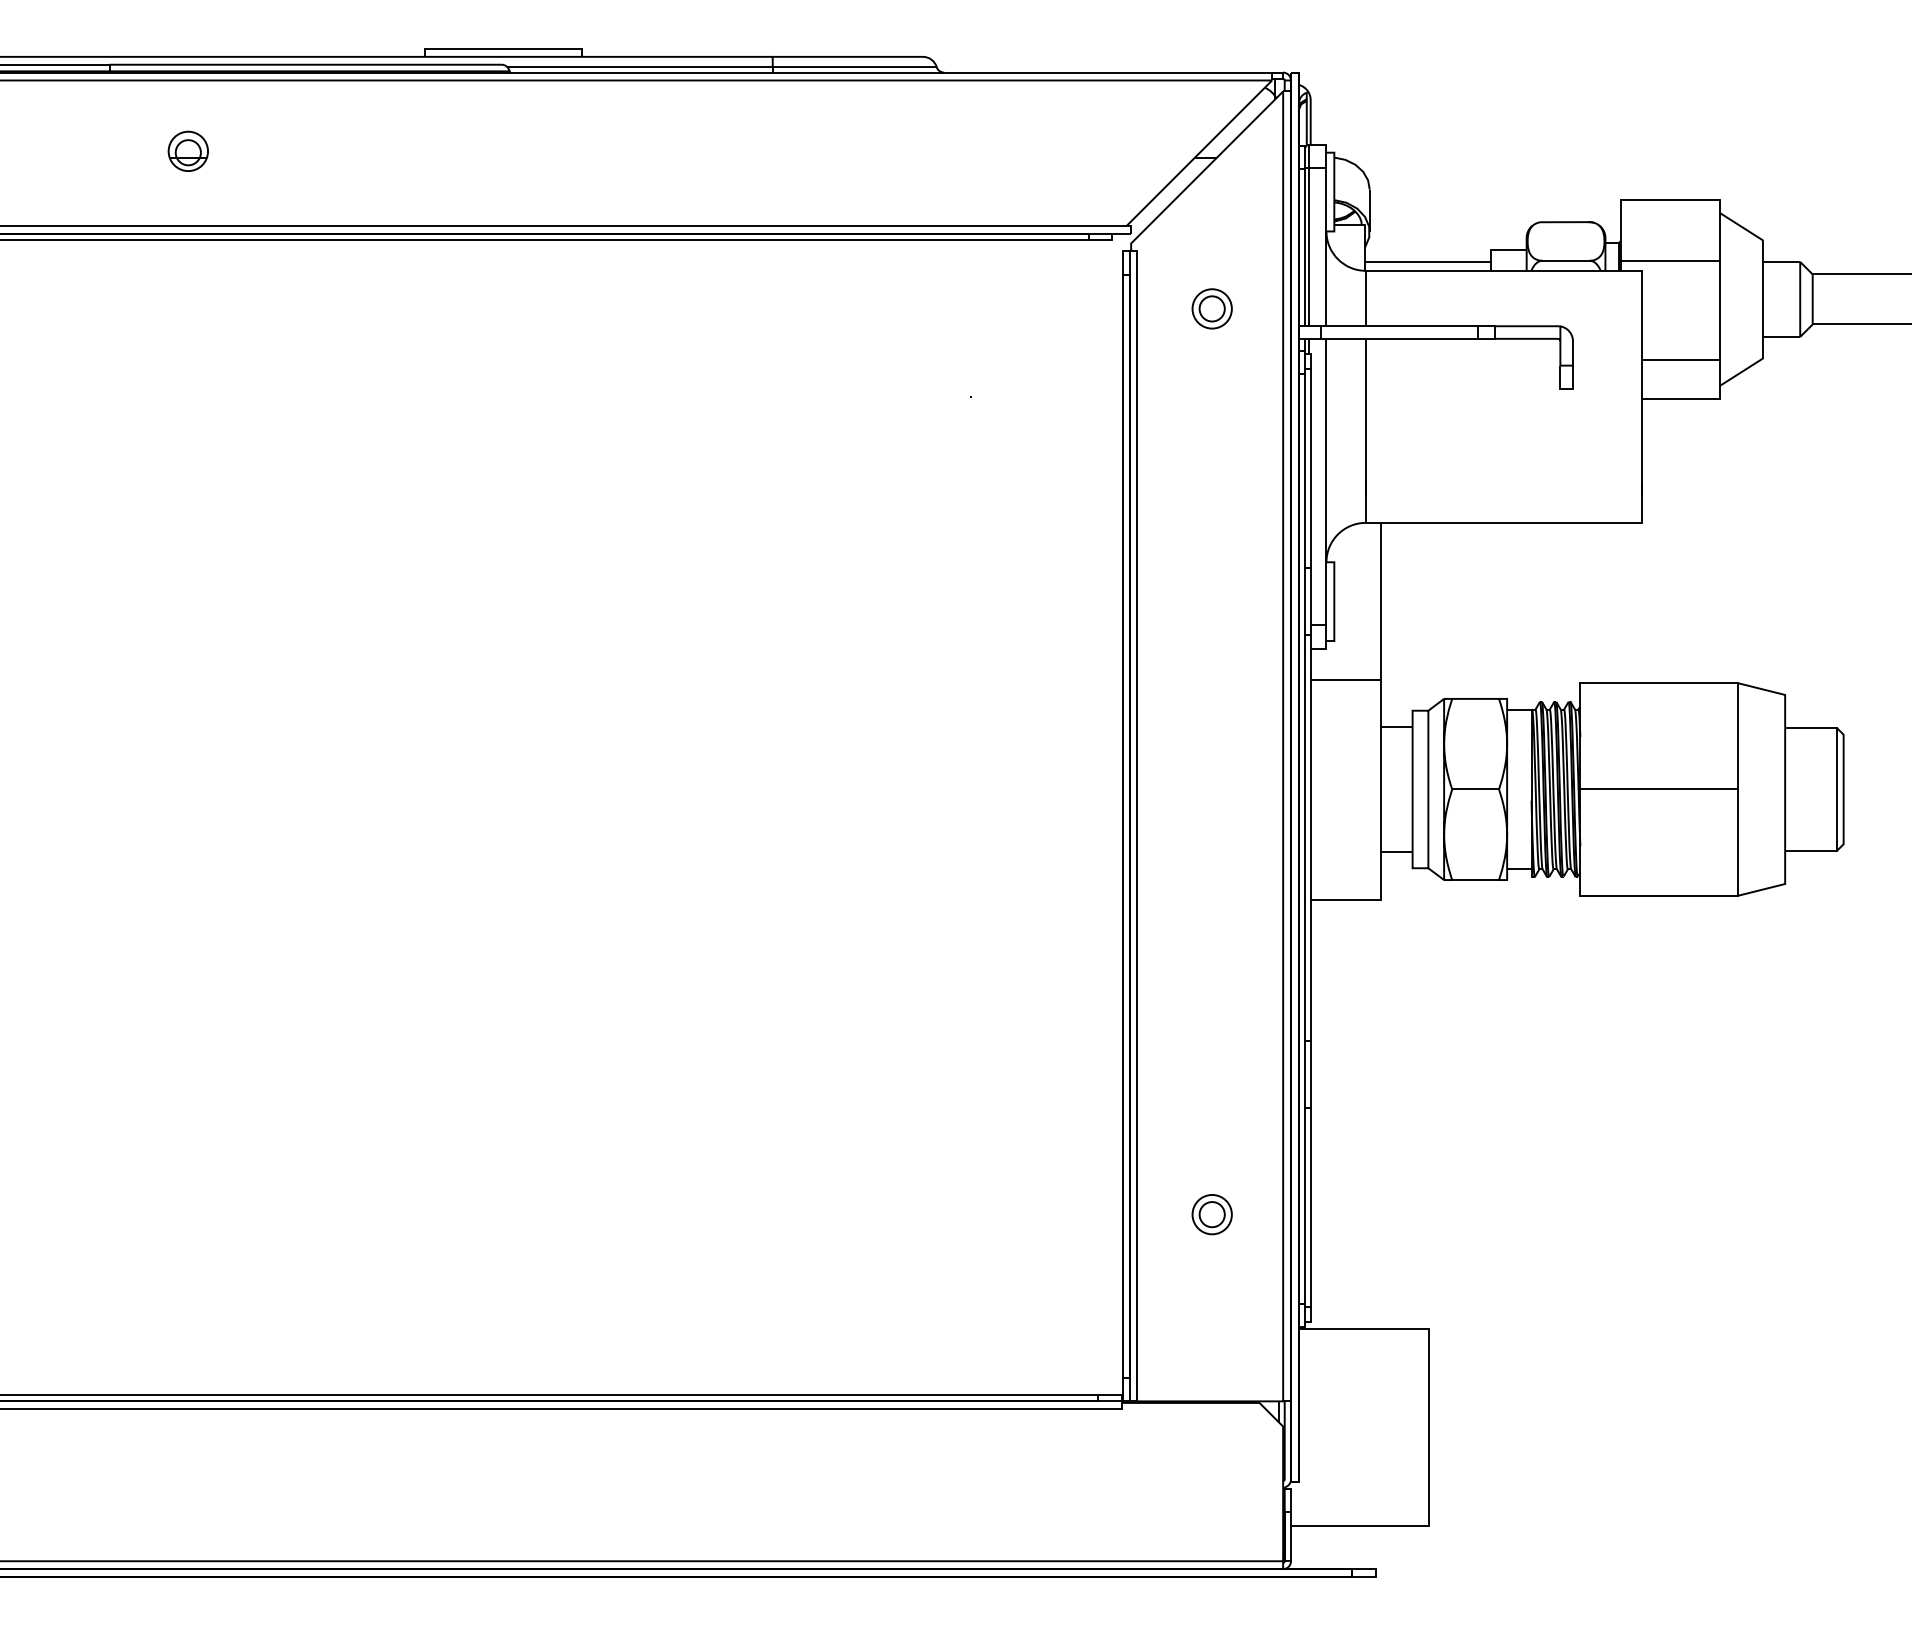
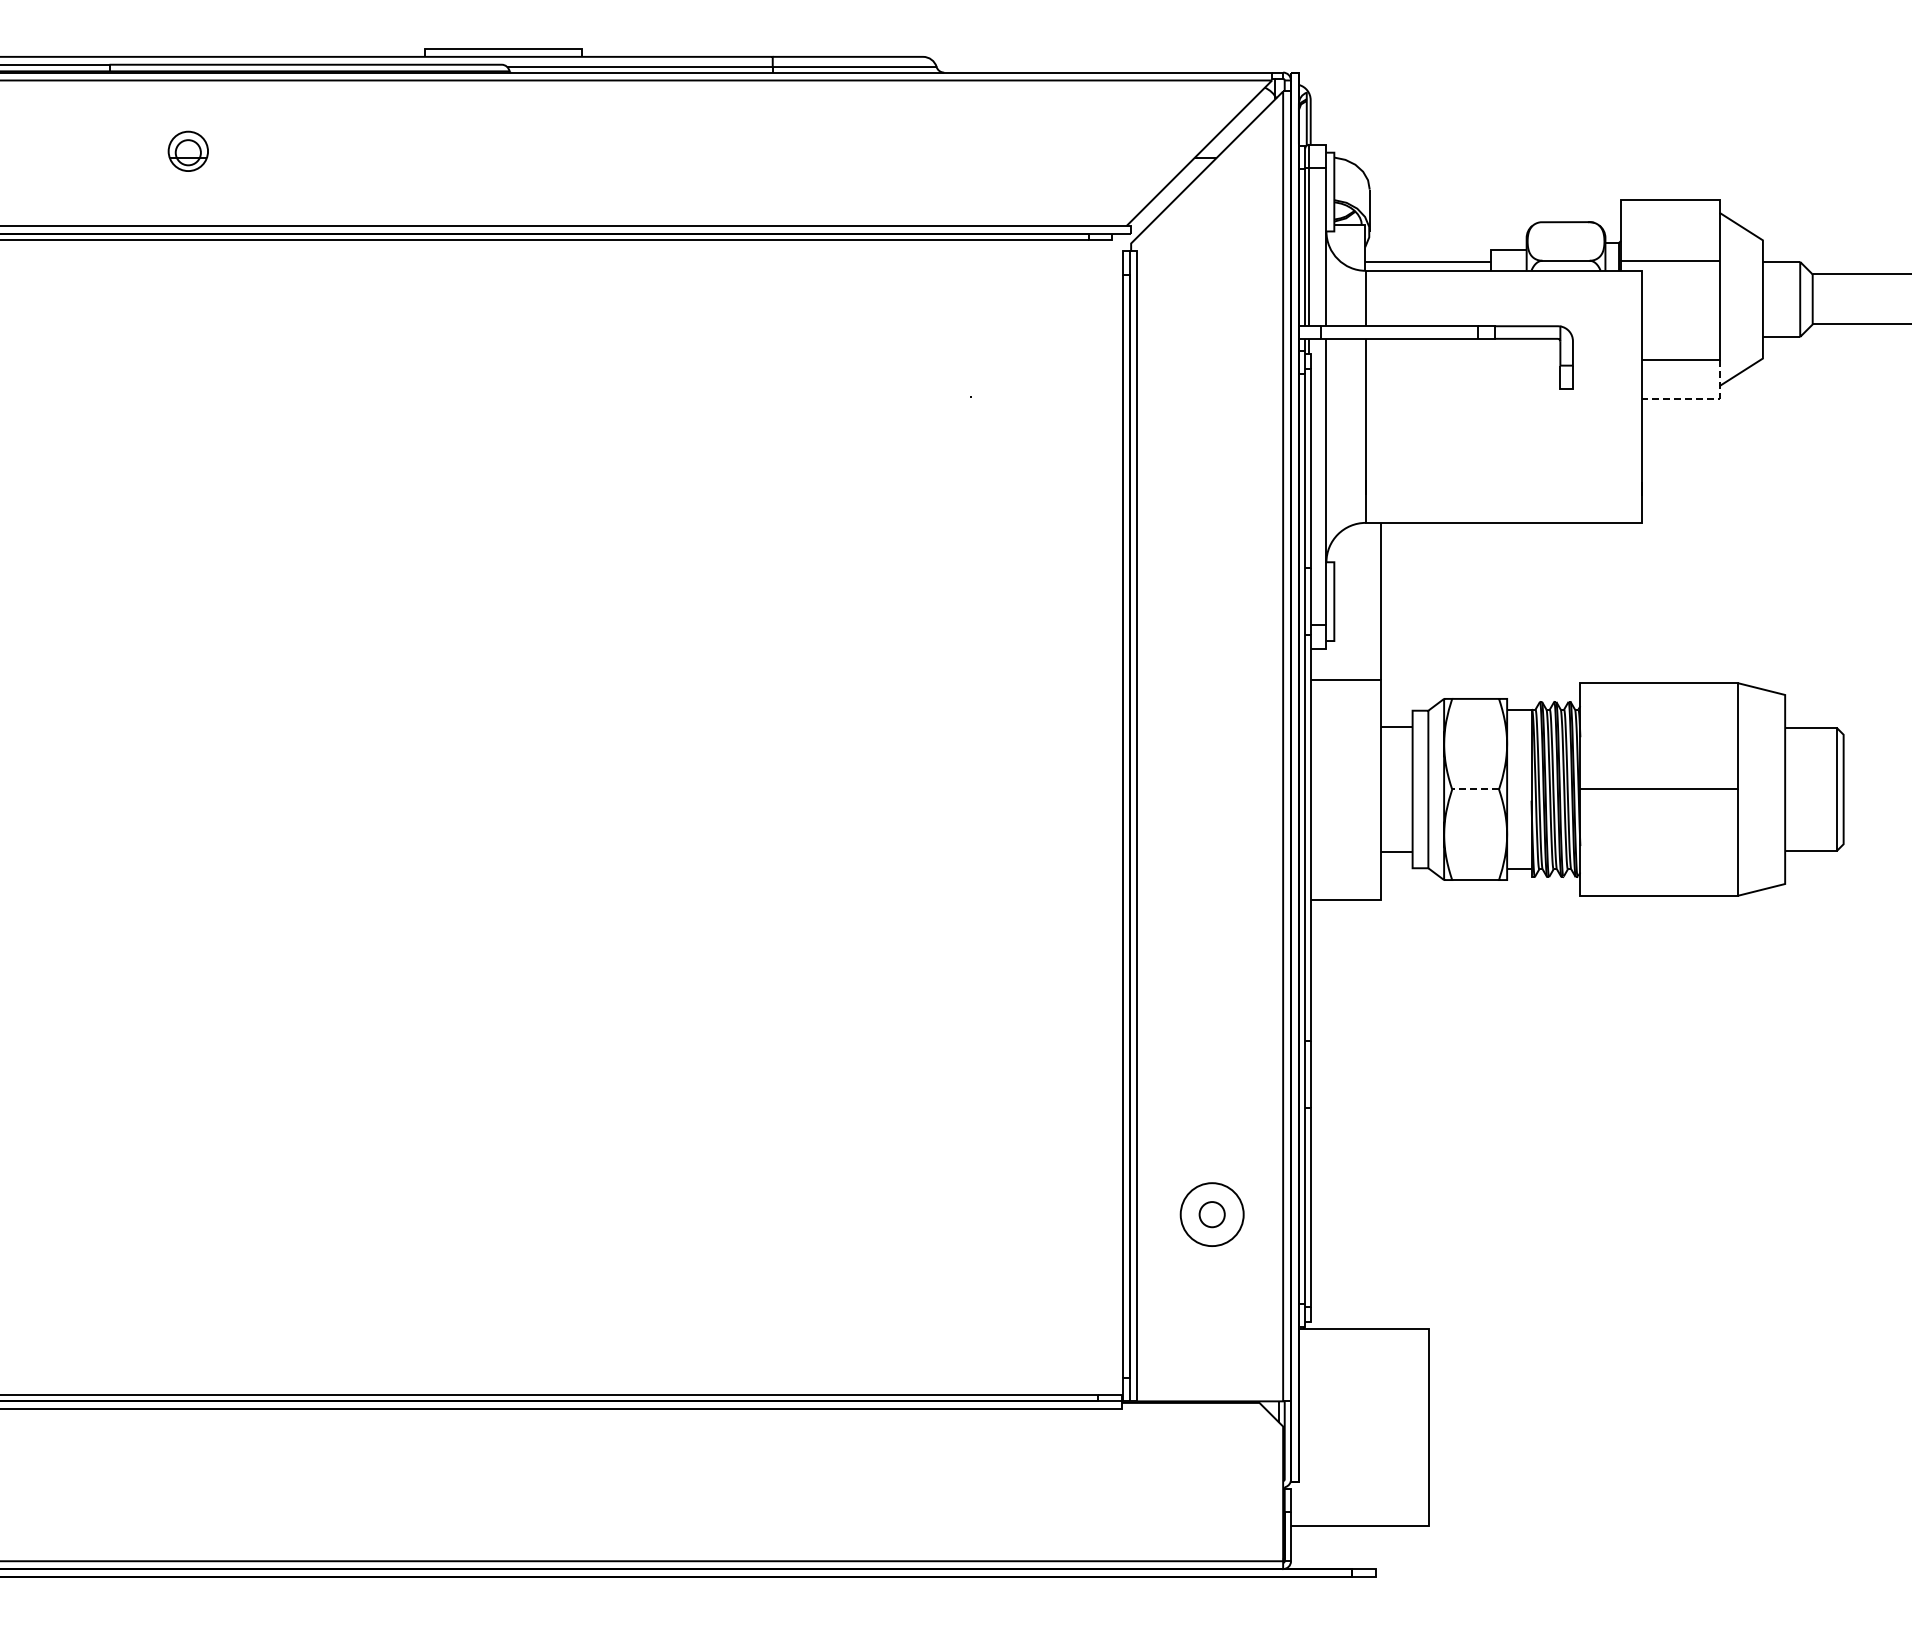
part at (1211, 308): present -> none
line at (1700, 398): solid -> dashed
line at (1475, 789): solid -> dashed
circle at (1211, 1214) diameter: 39 px -> 63 px
